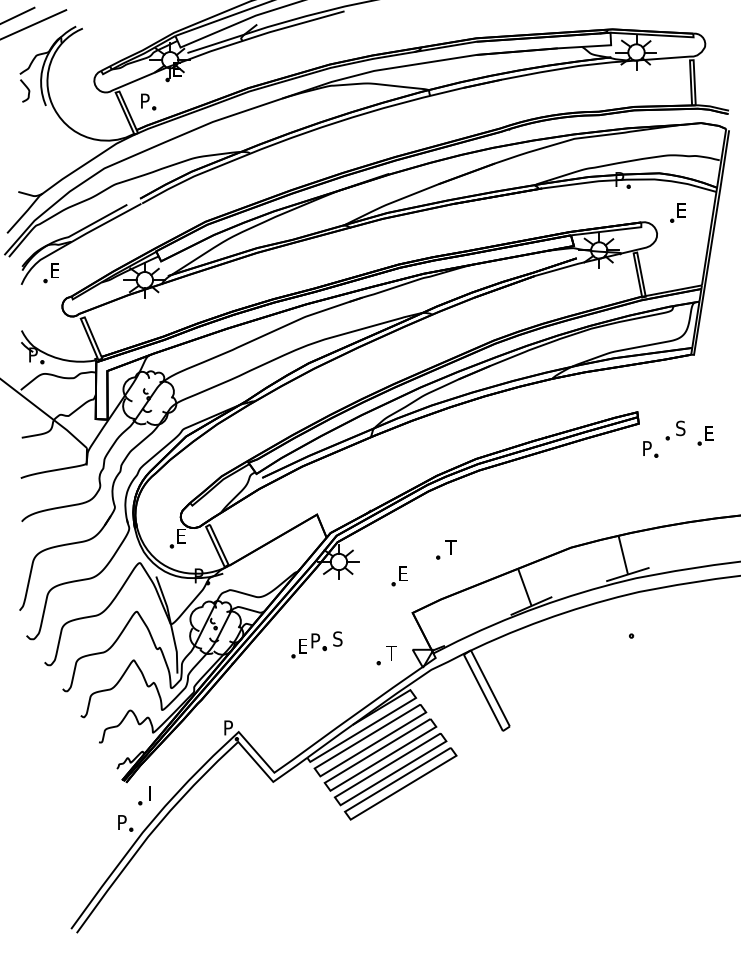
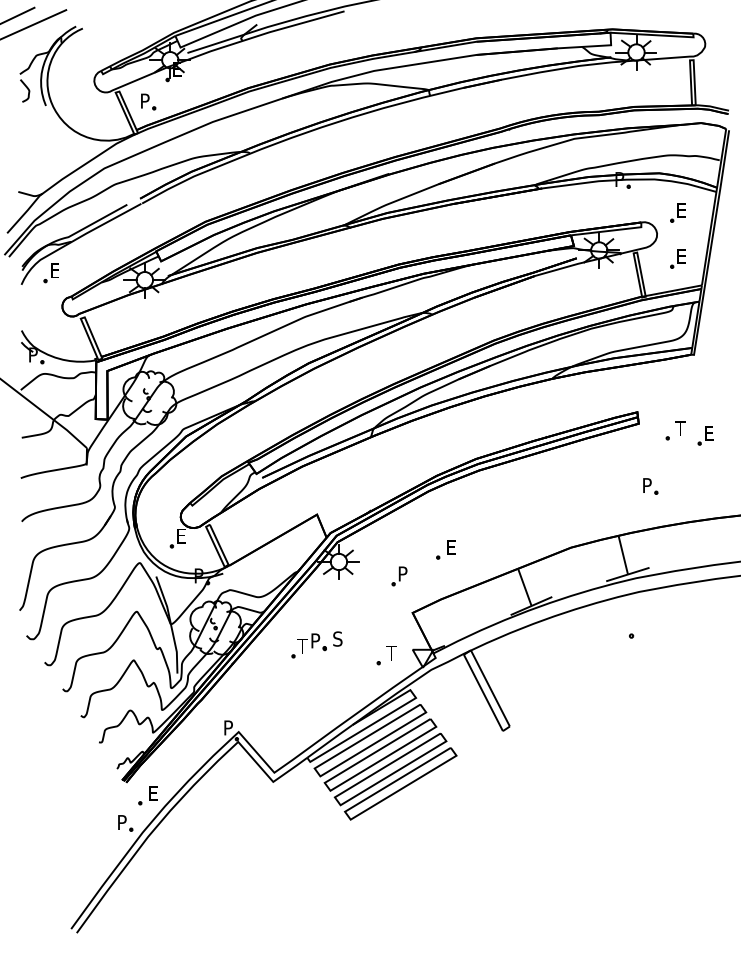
part at (677, 258): none -> present
text at (680, 428): S -> T
part at (650, 449) position: (650, 449) -> (650, 486)
text at (450, 547): T -> E
text at (402, 573): E -> P
text at (302, 646): E -> T
text at (154, 793): I -> E
